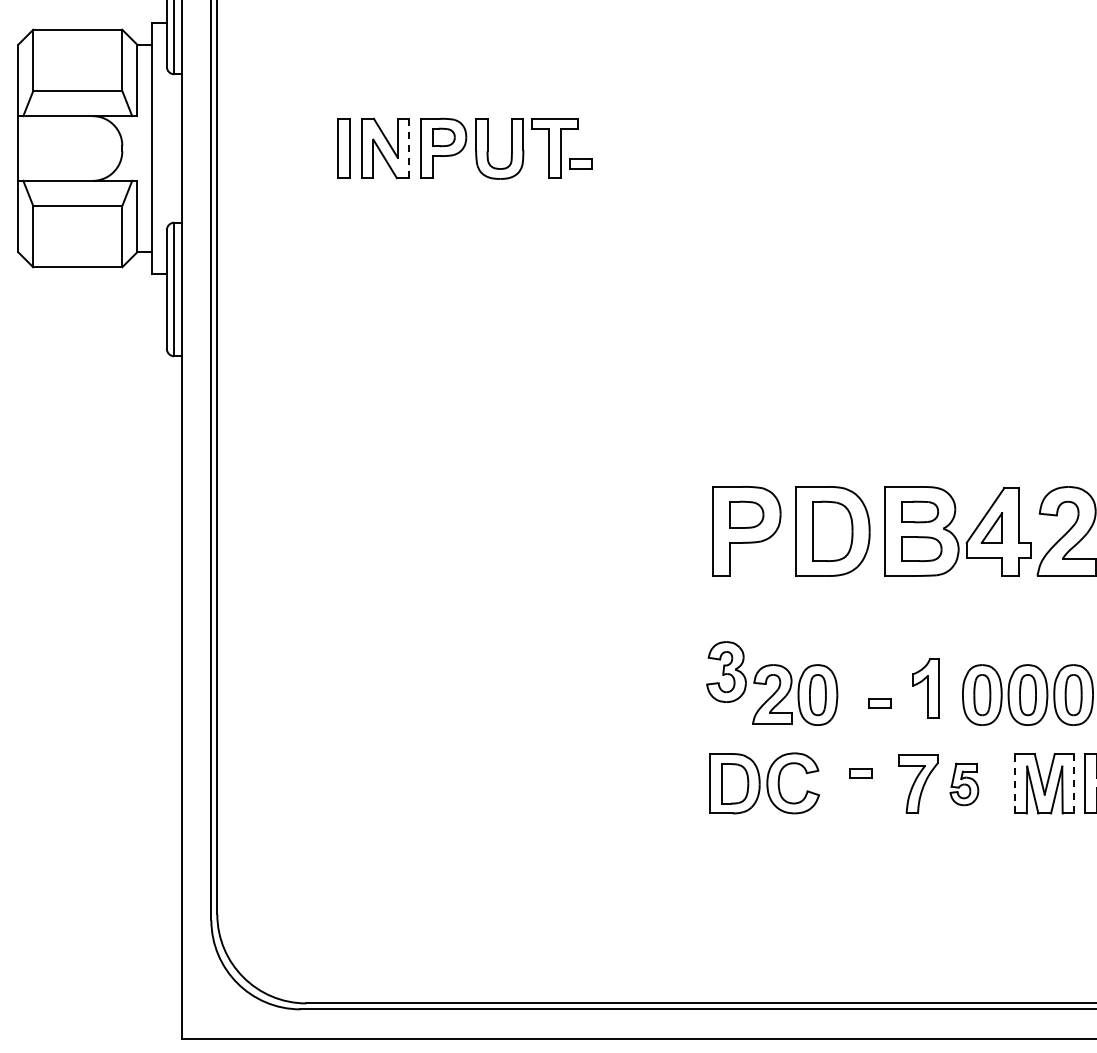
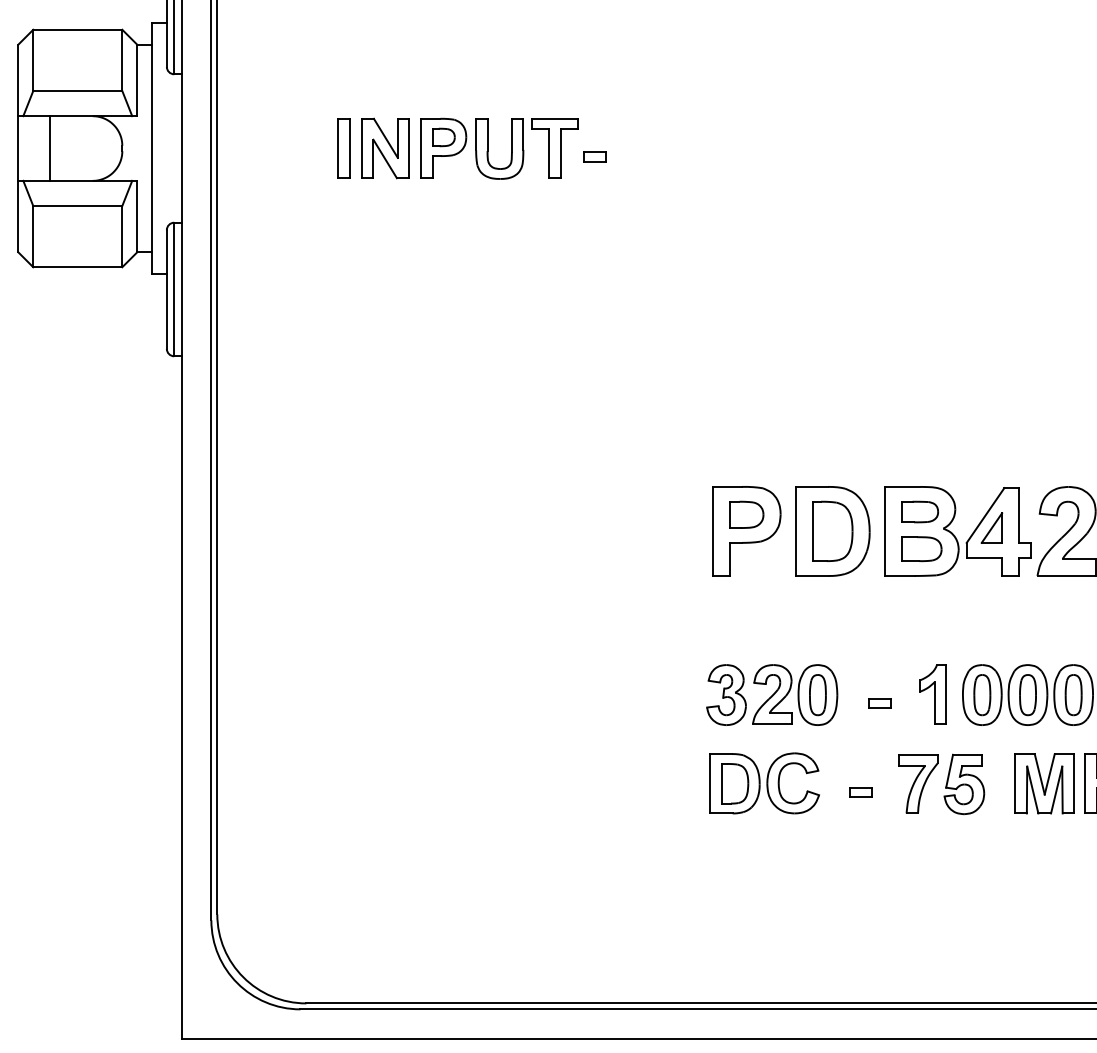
line at (49, 148): none -> present
line at (409, 148): dashed -> solid
part at (580, 163) position: (580, 163) -> (594, 156)
part at (726, 671) position: (726, 671) -> (726, 694)
part at (925, 688) position: (925, 688) -> (932, 694)
part at (860, 773) position: (860, 773) -> (860, 792)
line at (1015, 783): dashed -> solid
line at (1074, 783): dashed -> solid
part at (964, 784) size: 31x45 px -> 43x63 px
